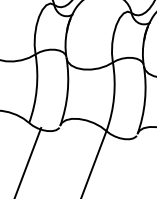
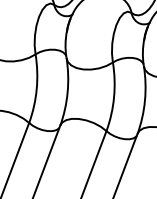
line at (46, 160): none -> present
line at (28, 161) position: (28, 161) -> (15, 158)
line at (125, 164): none -> present
